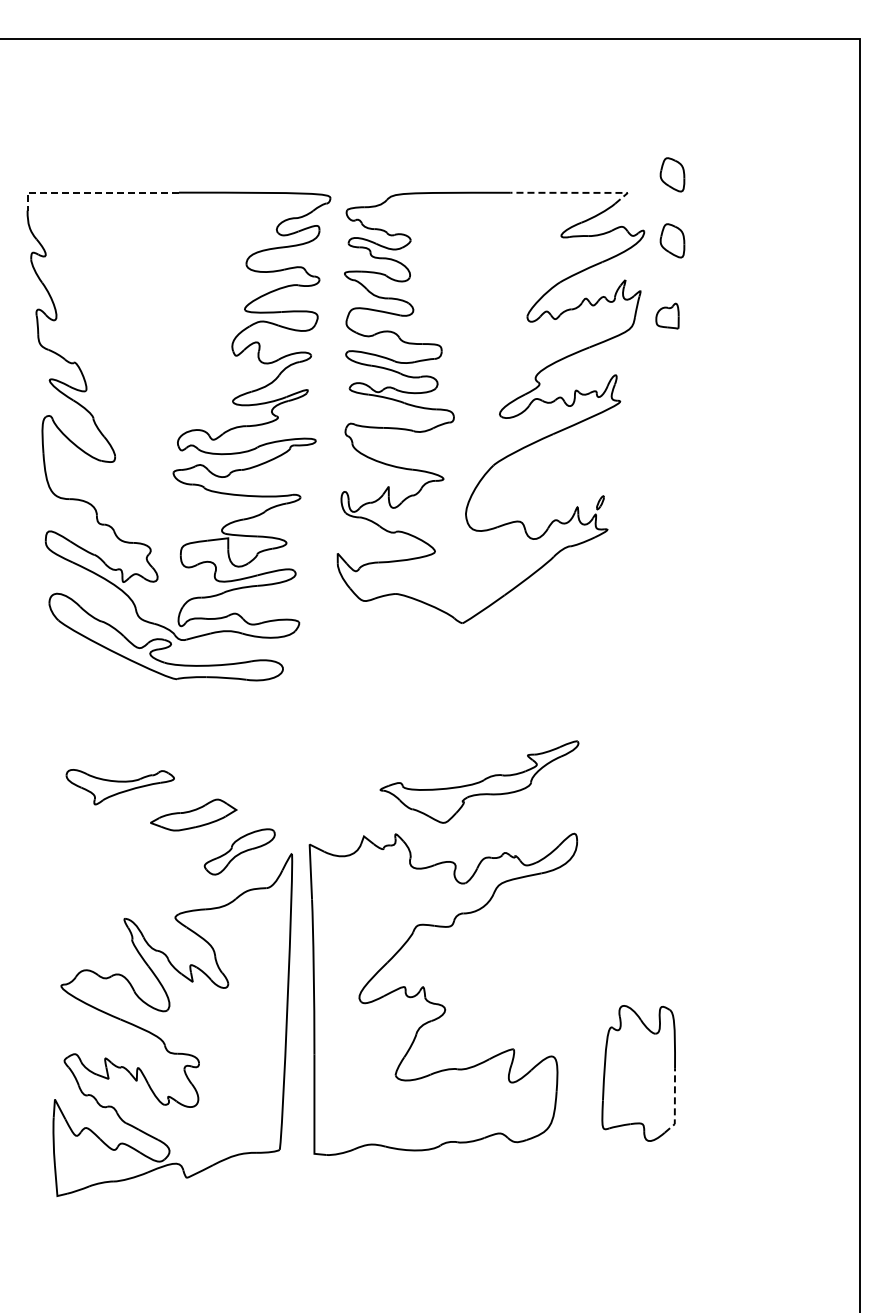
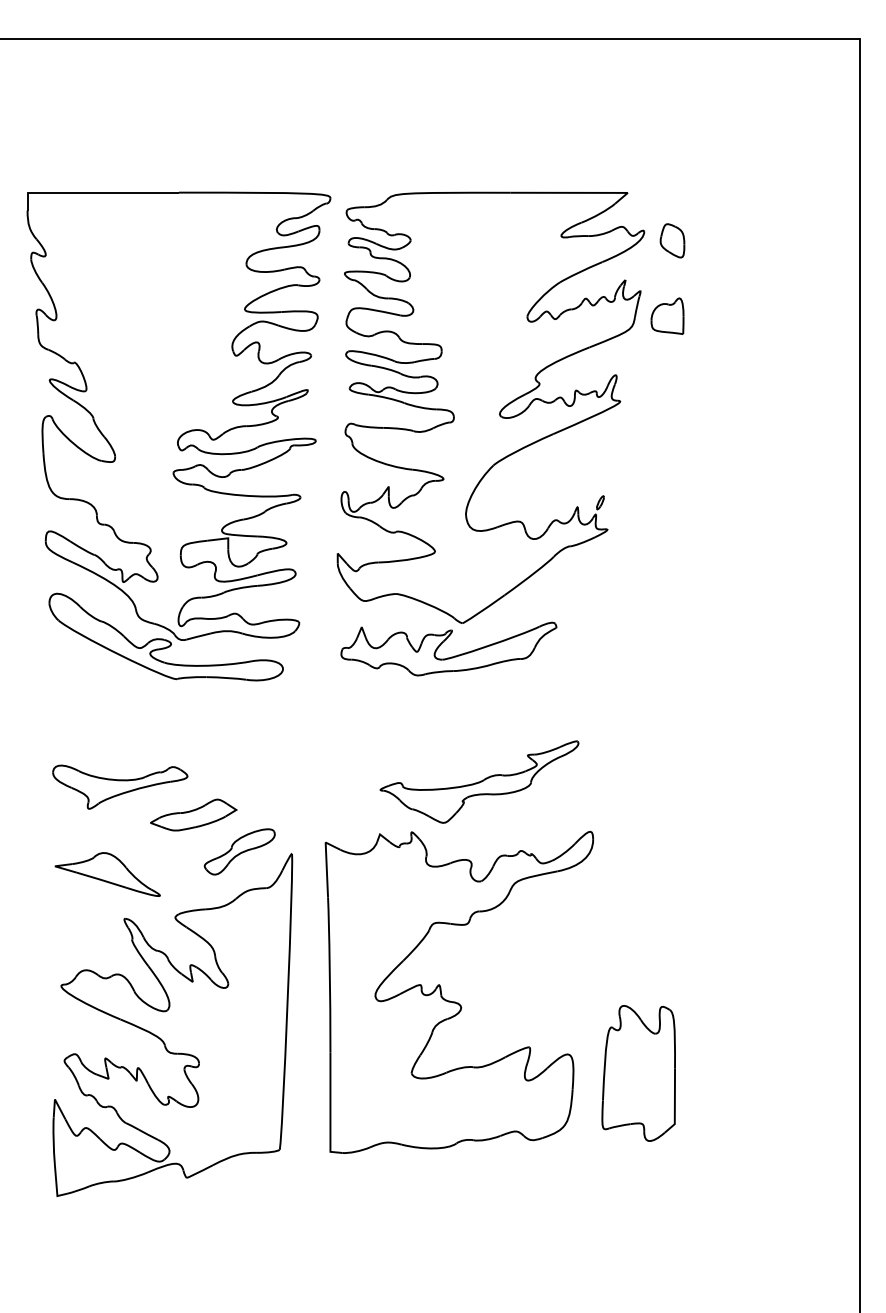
part at (672, 174): present -> none
line at (93, 192): dashed -> solid
line at (578, 192): dashed -> solid
part at (667, 315) size: 25x28 px -> 35x38 px
part at (443, 642): none -> present
part at (119, 787) size: 110x37 px -> 137x46 px
part at (107, 874): none -> present
part at (439, 1003) position: (439, 1003) -> (455, 1001)
line at (674, 1103): dashed -> solid
